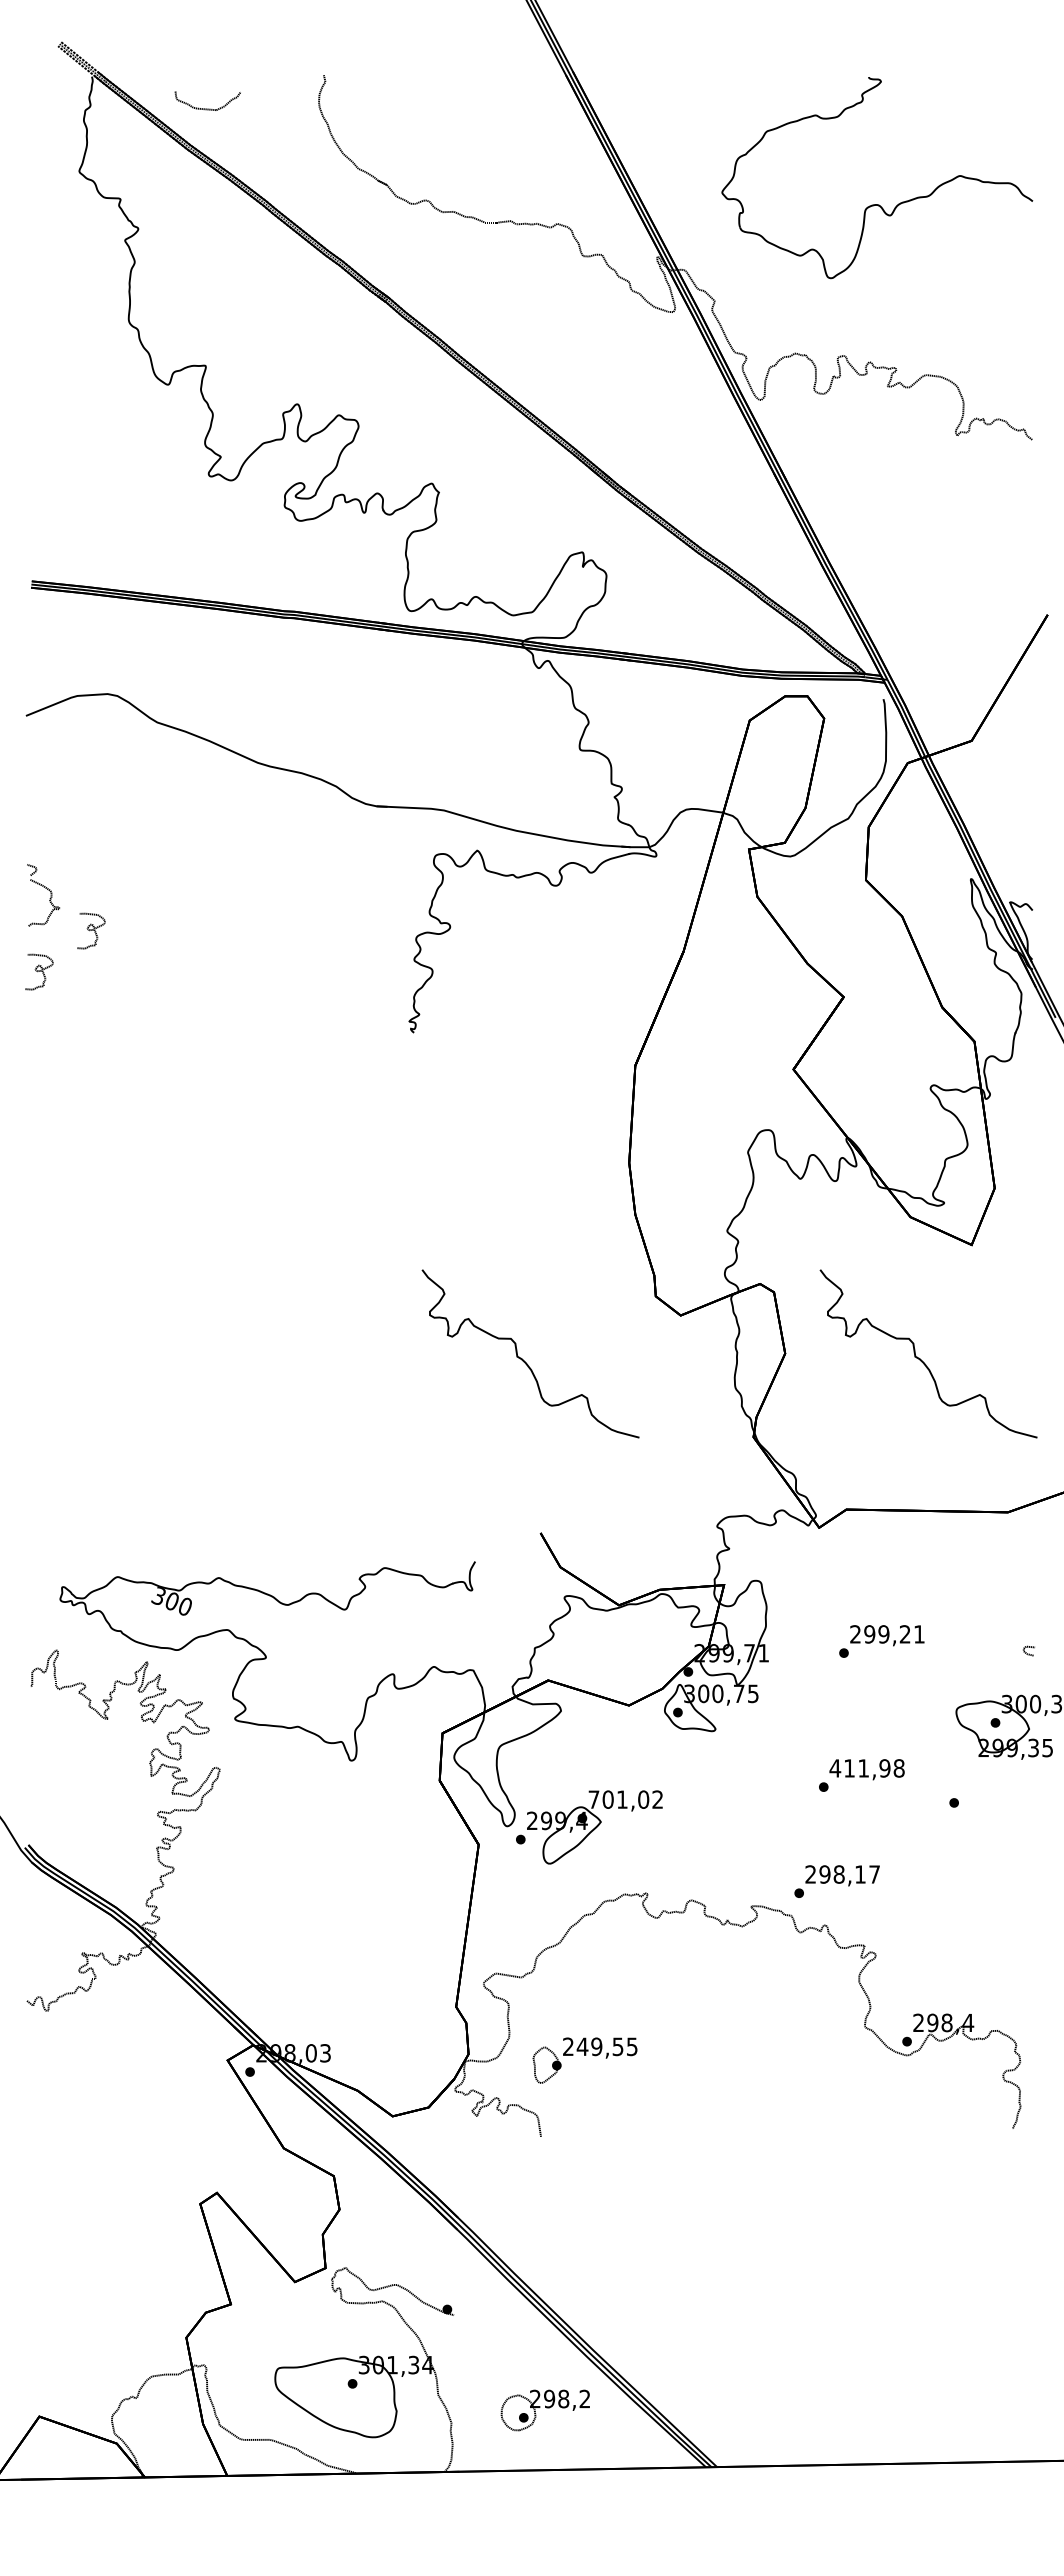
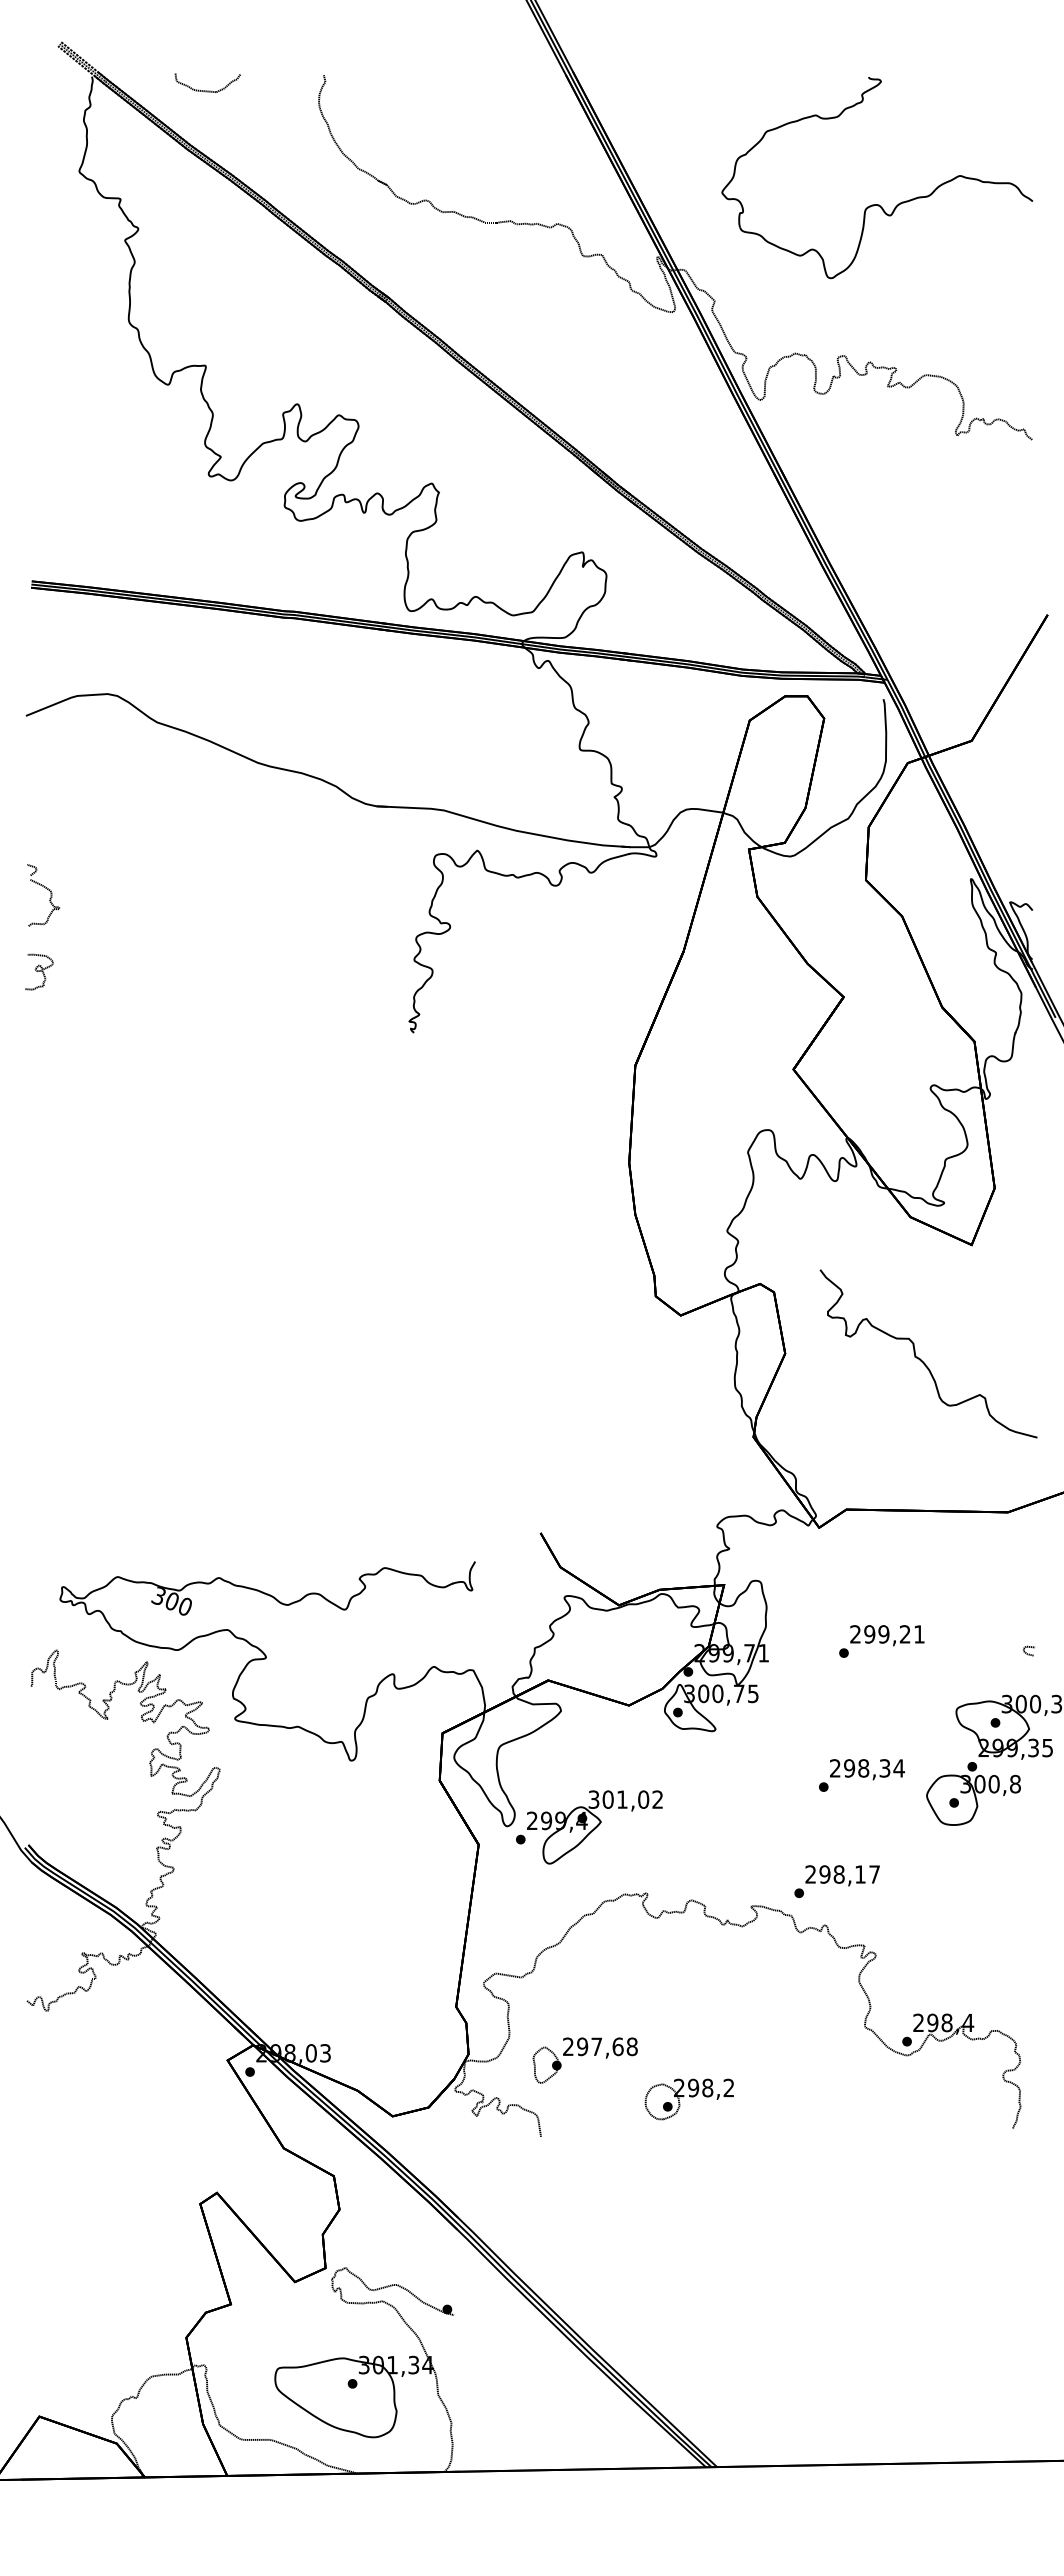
part at (207, 108) position: (207, 108) -> (207, 90)
curve at (91, 930): present -> none
curve at (523, 1359): present -> none
text at (866, 1768): 411,98 -> 298,34
part at (973, 1793): none -> present
text at (593, 1799): 701,02 -> 301,02
text at (606, 2046): 249,55 -> 297,68
part at (544, 2410) position: (544, 2410) -> (688, 2099)
